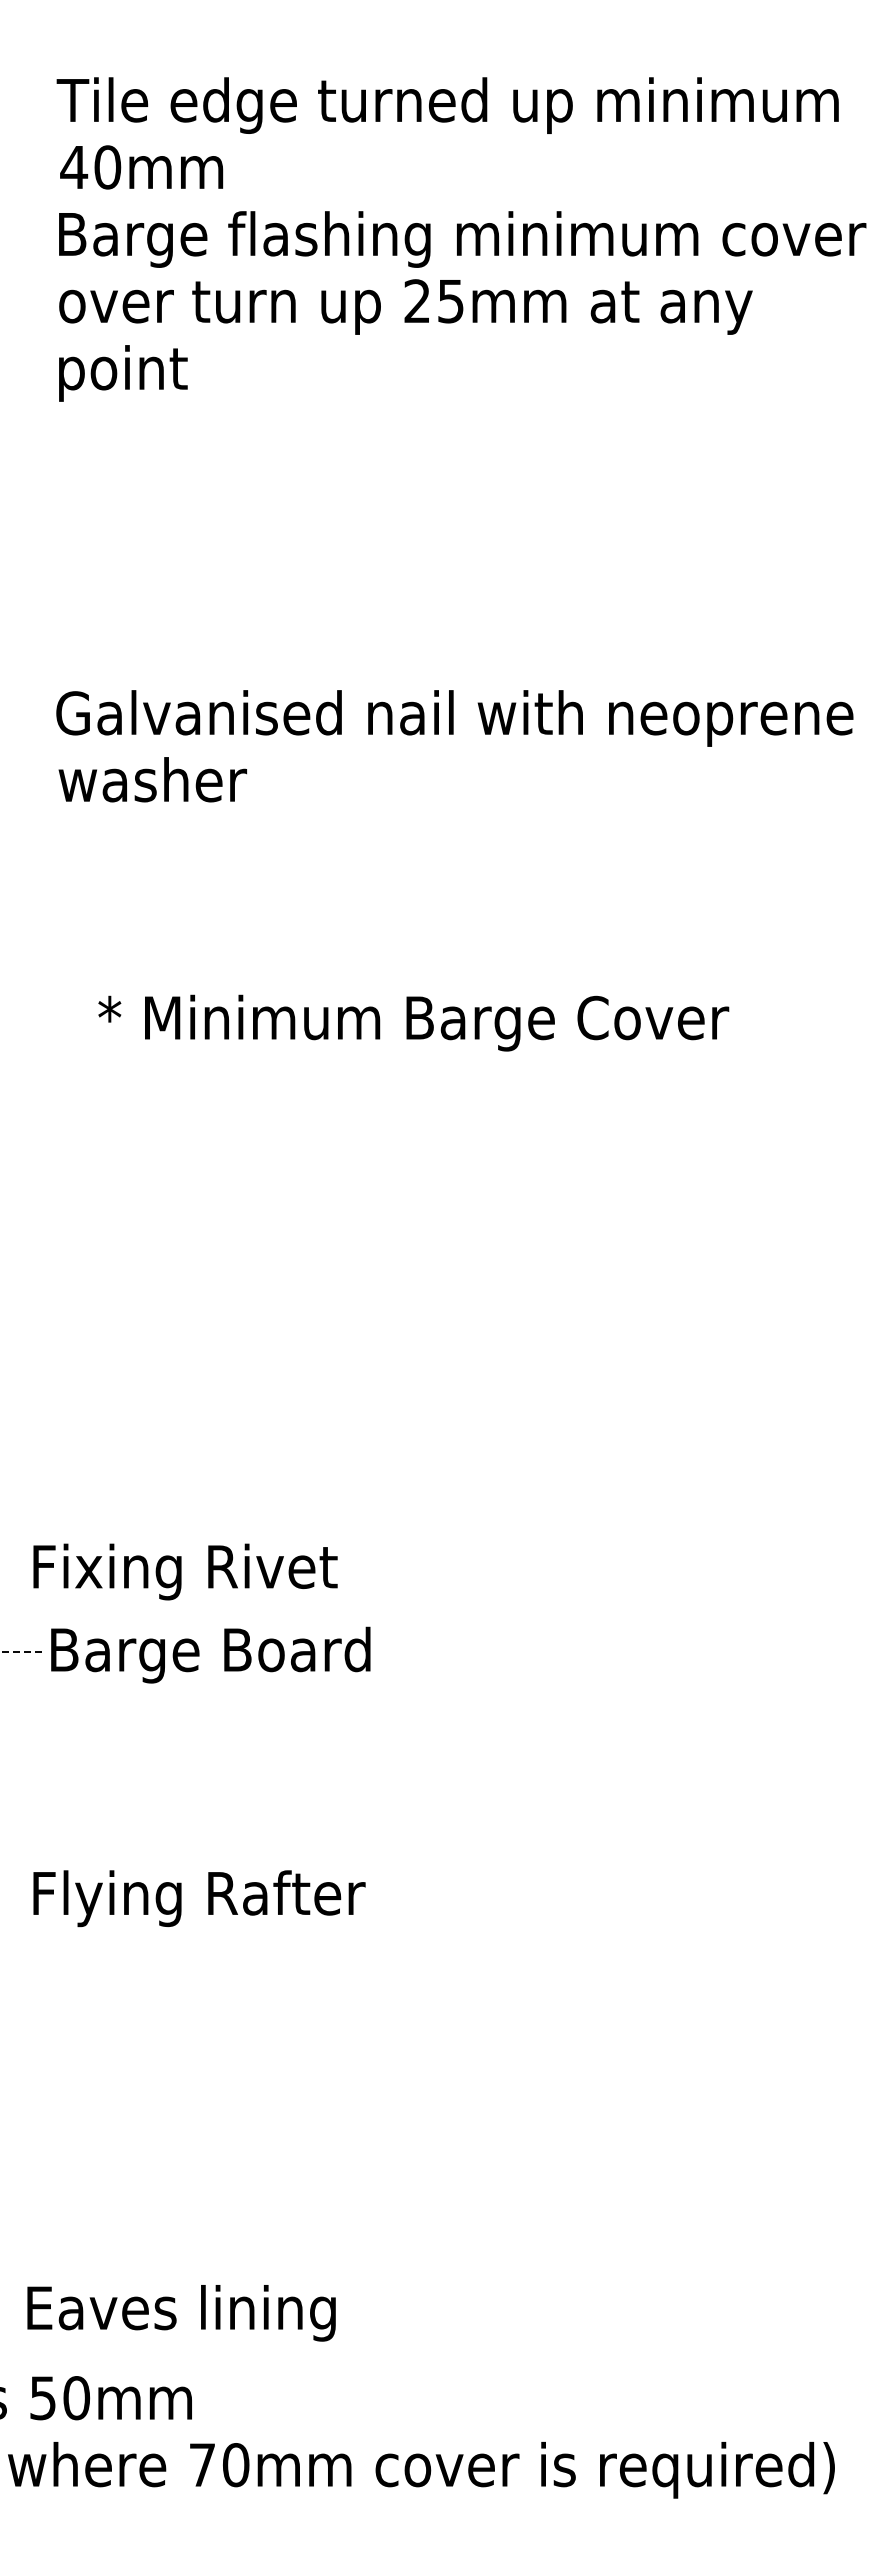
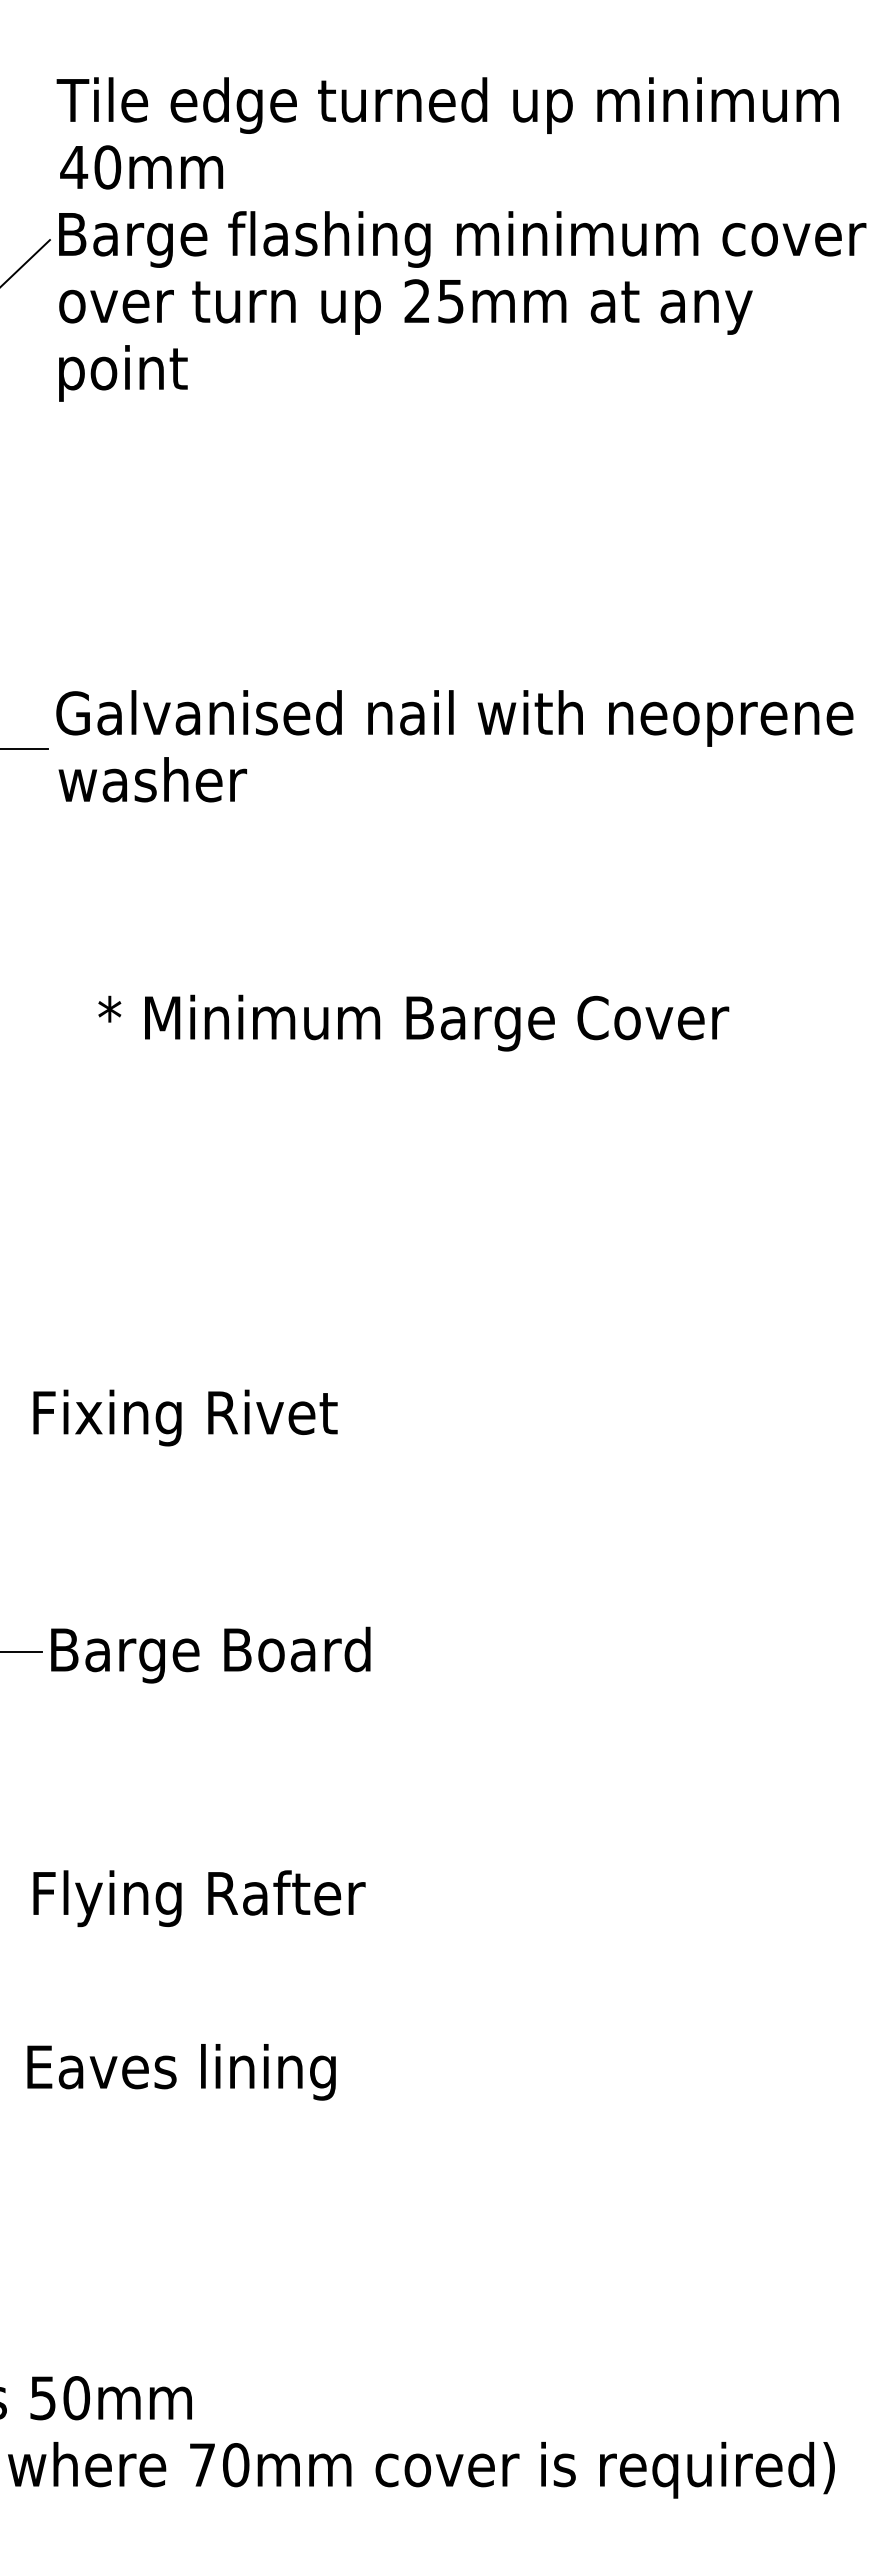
line at (25, 262): none -> present
line at (25, 749): none -> present
text at (185, 1571) position: (185, 1571) -> (185, 1417)
line at (21, 1651): dashed -> solid
text at (181, 2313) position: (181, 2313) -> (181, 2072)
